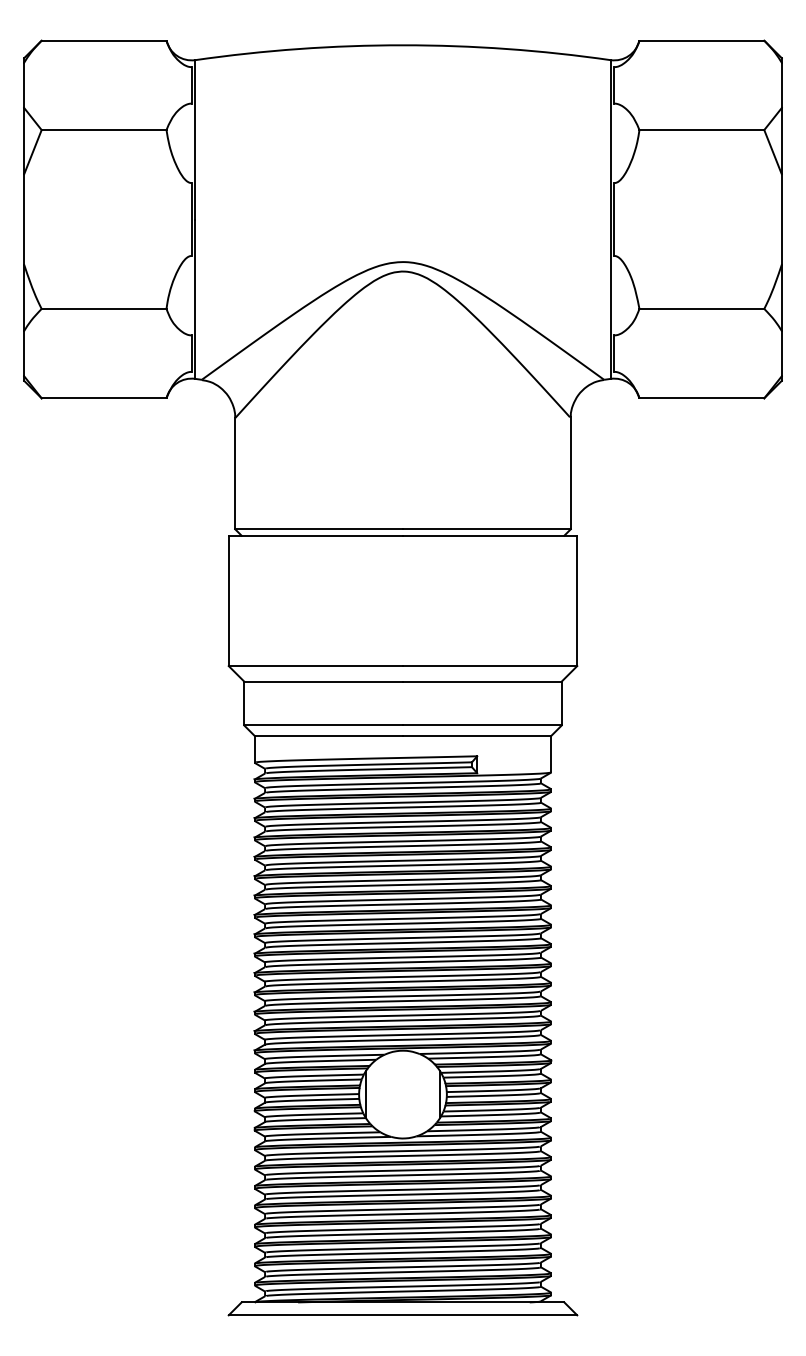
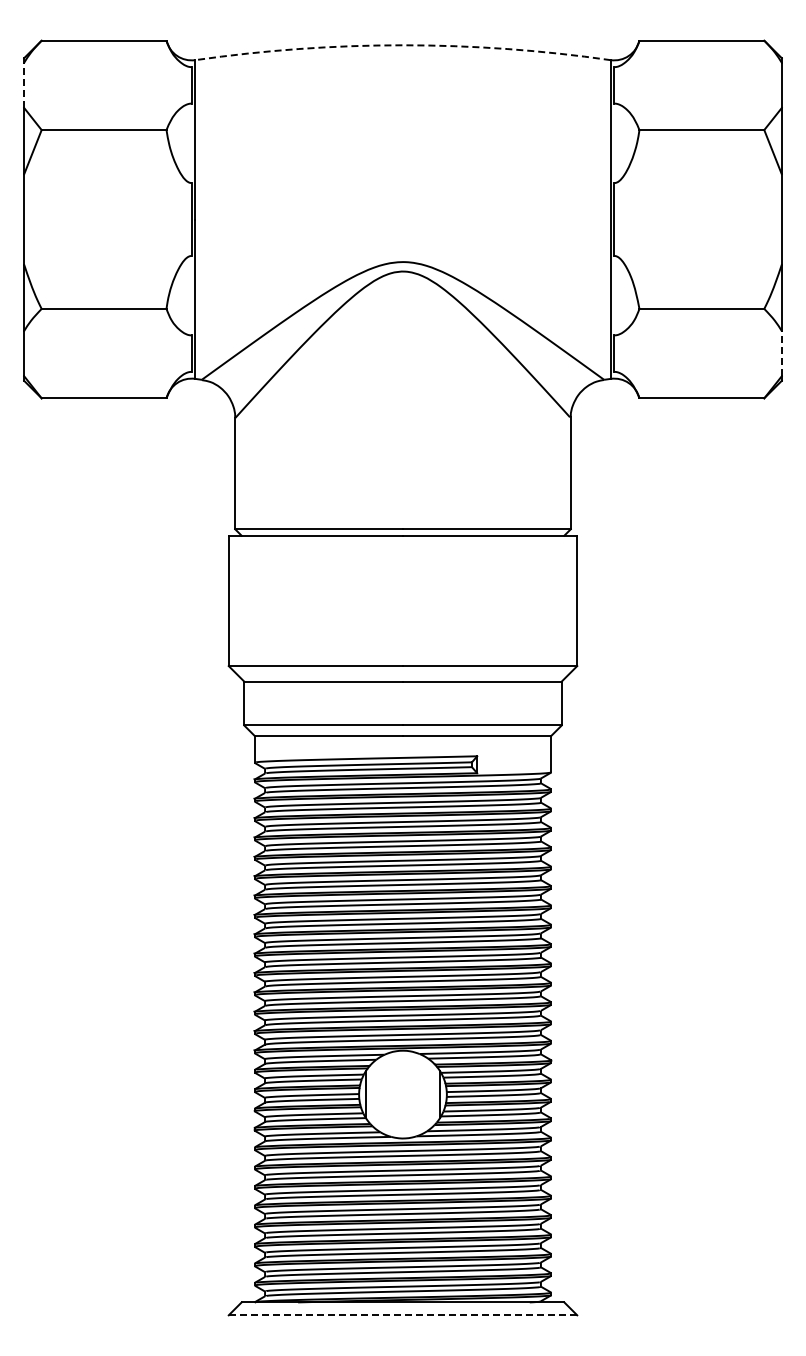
arc at (403, 45): solid -> dashed
line at (24, 85): solid -> dashed
line at (781, 353): solid -> dashed
line at (402, 1315): solid -> dashed
